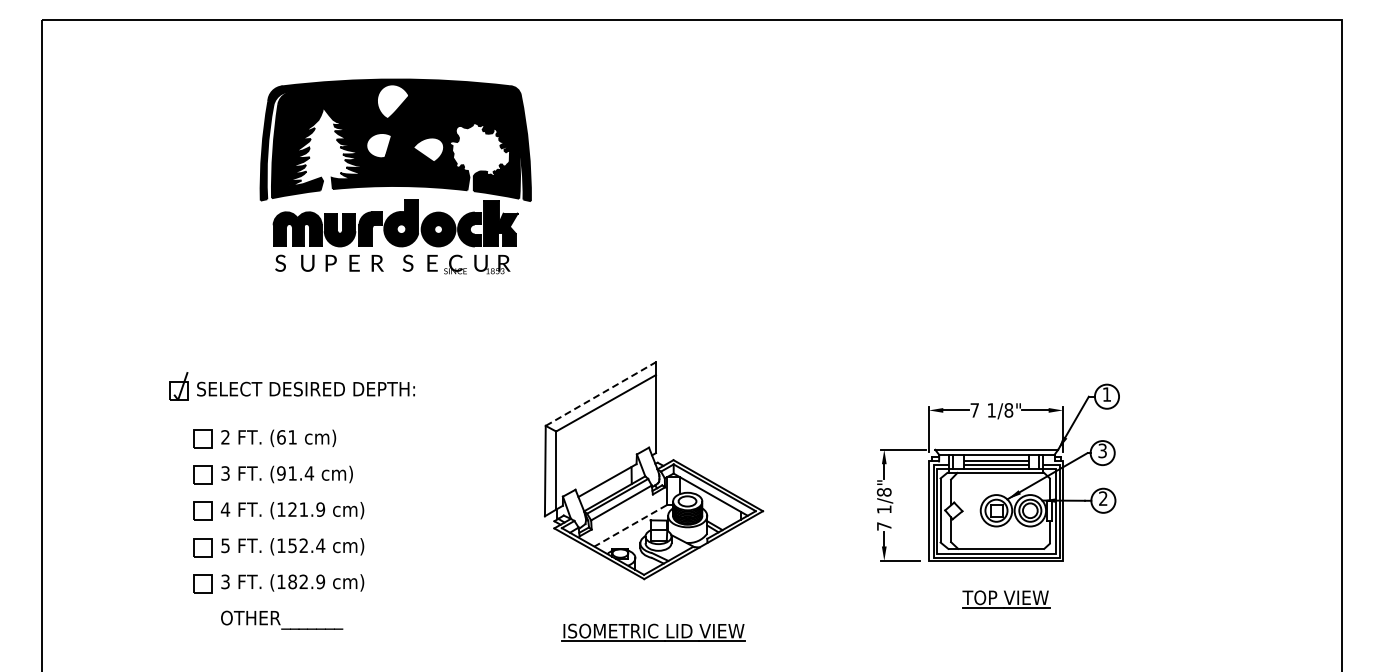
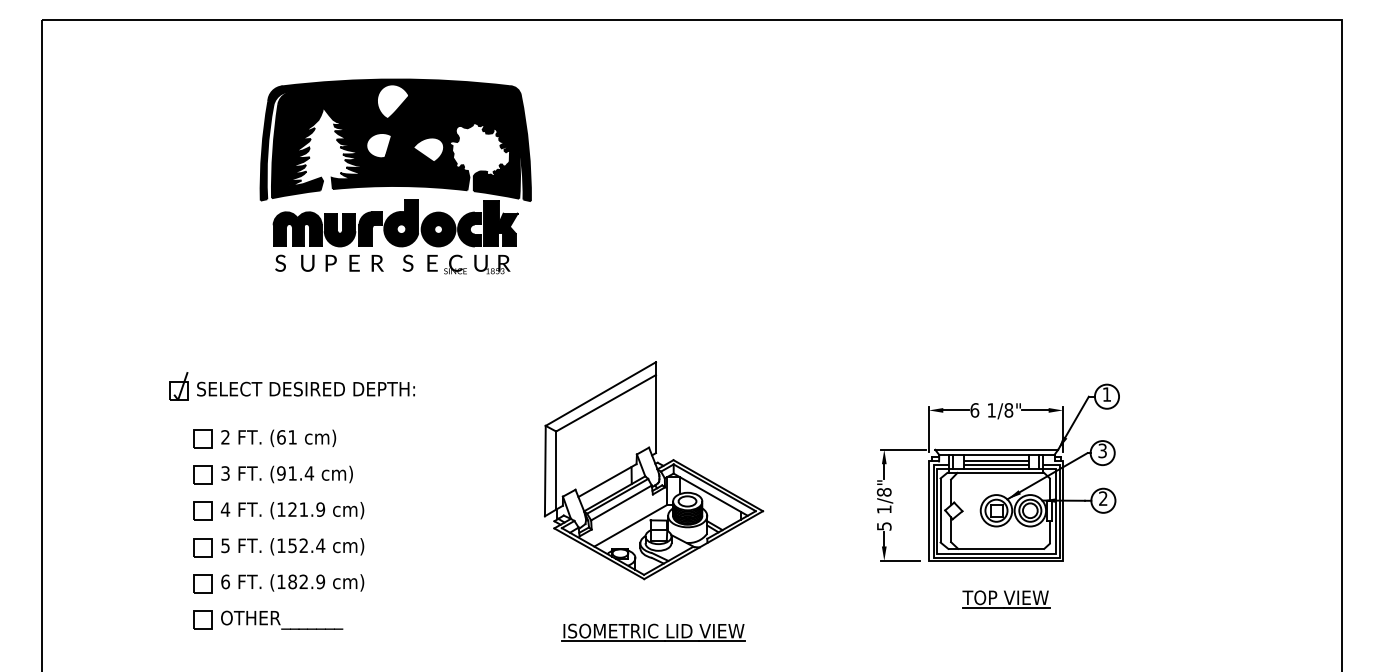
line at (600, 394): dashed -> solid
text at (974, 410): 7 -> 6
line at (630, 525): dashed -> solid
text at (884, 526): 7 -> 5
text at (225, 581): 3 -> 6
part at (202, 619): none -> present
